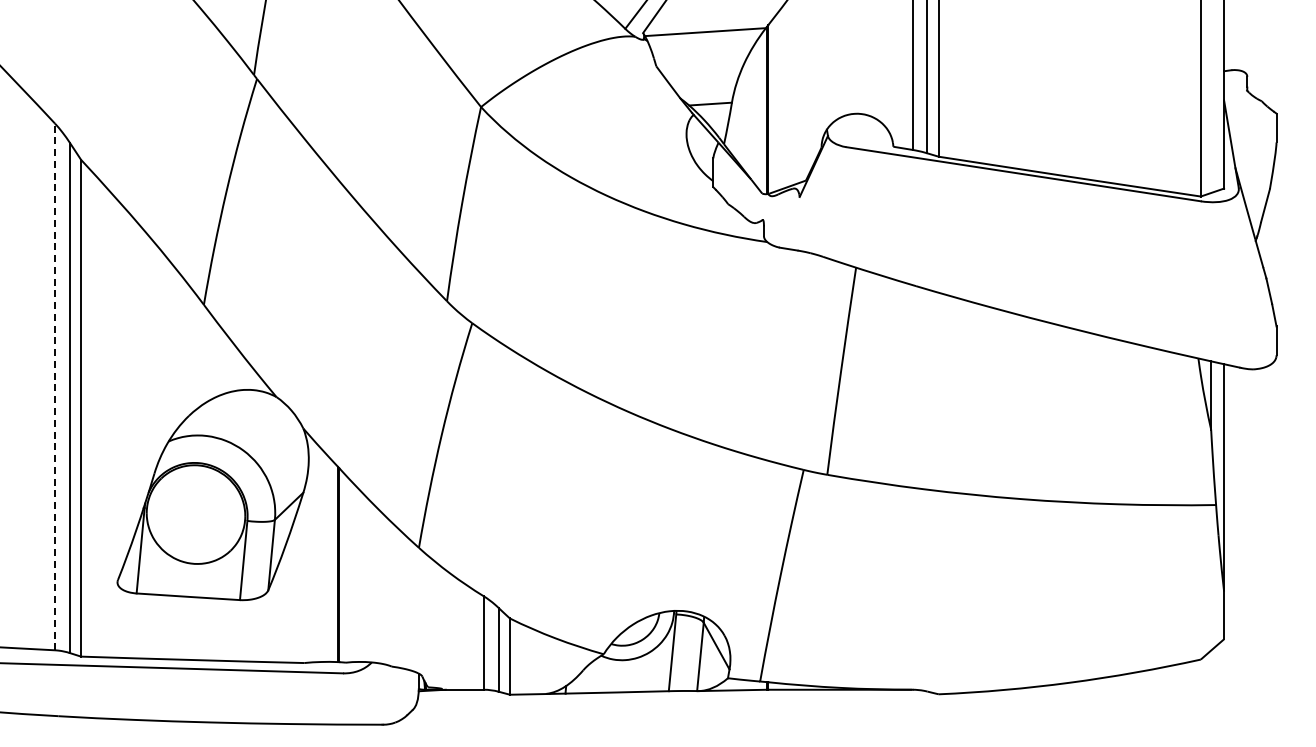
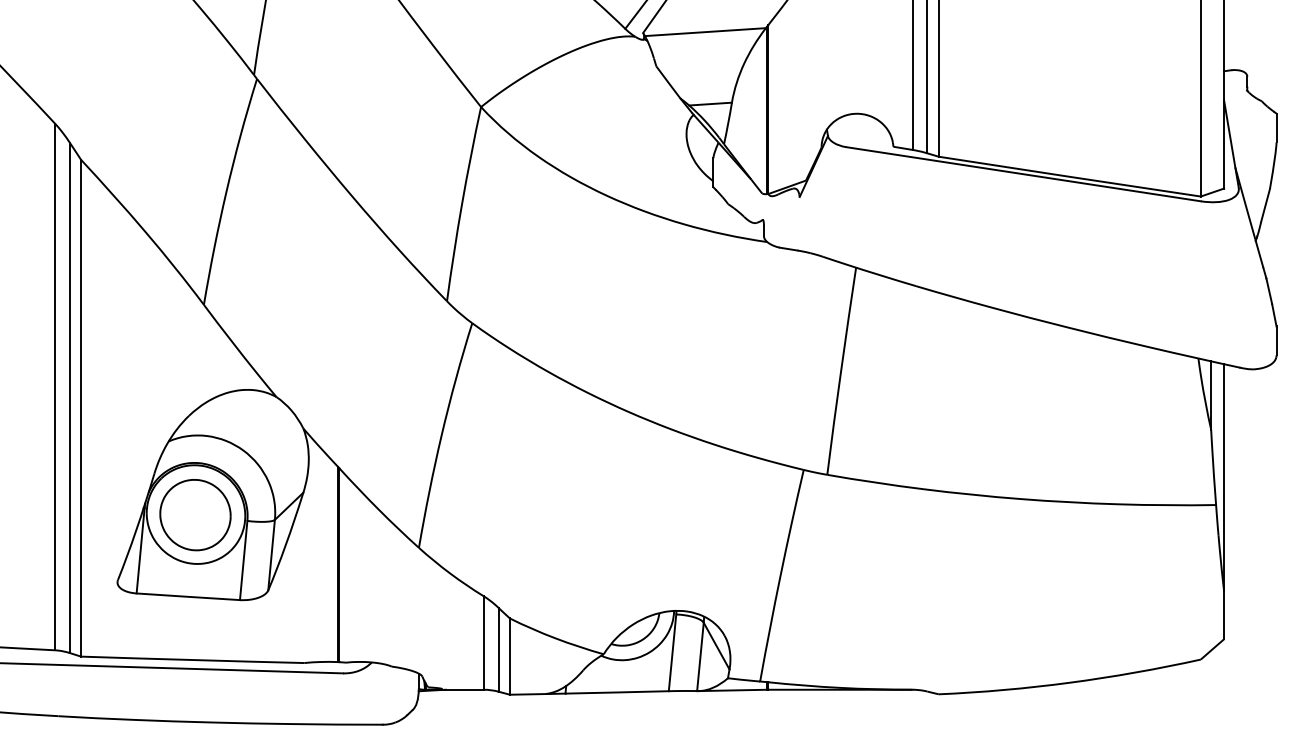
line at (54, 386): dashed -> solid
part at (195, 515): none -> present
